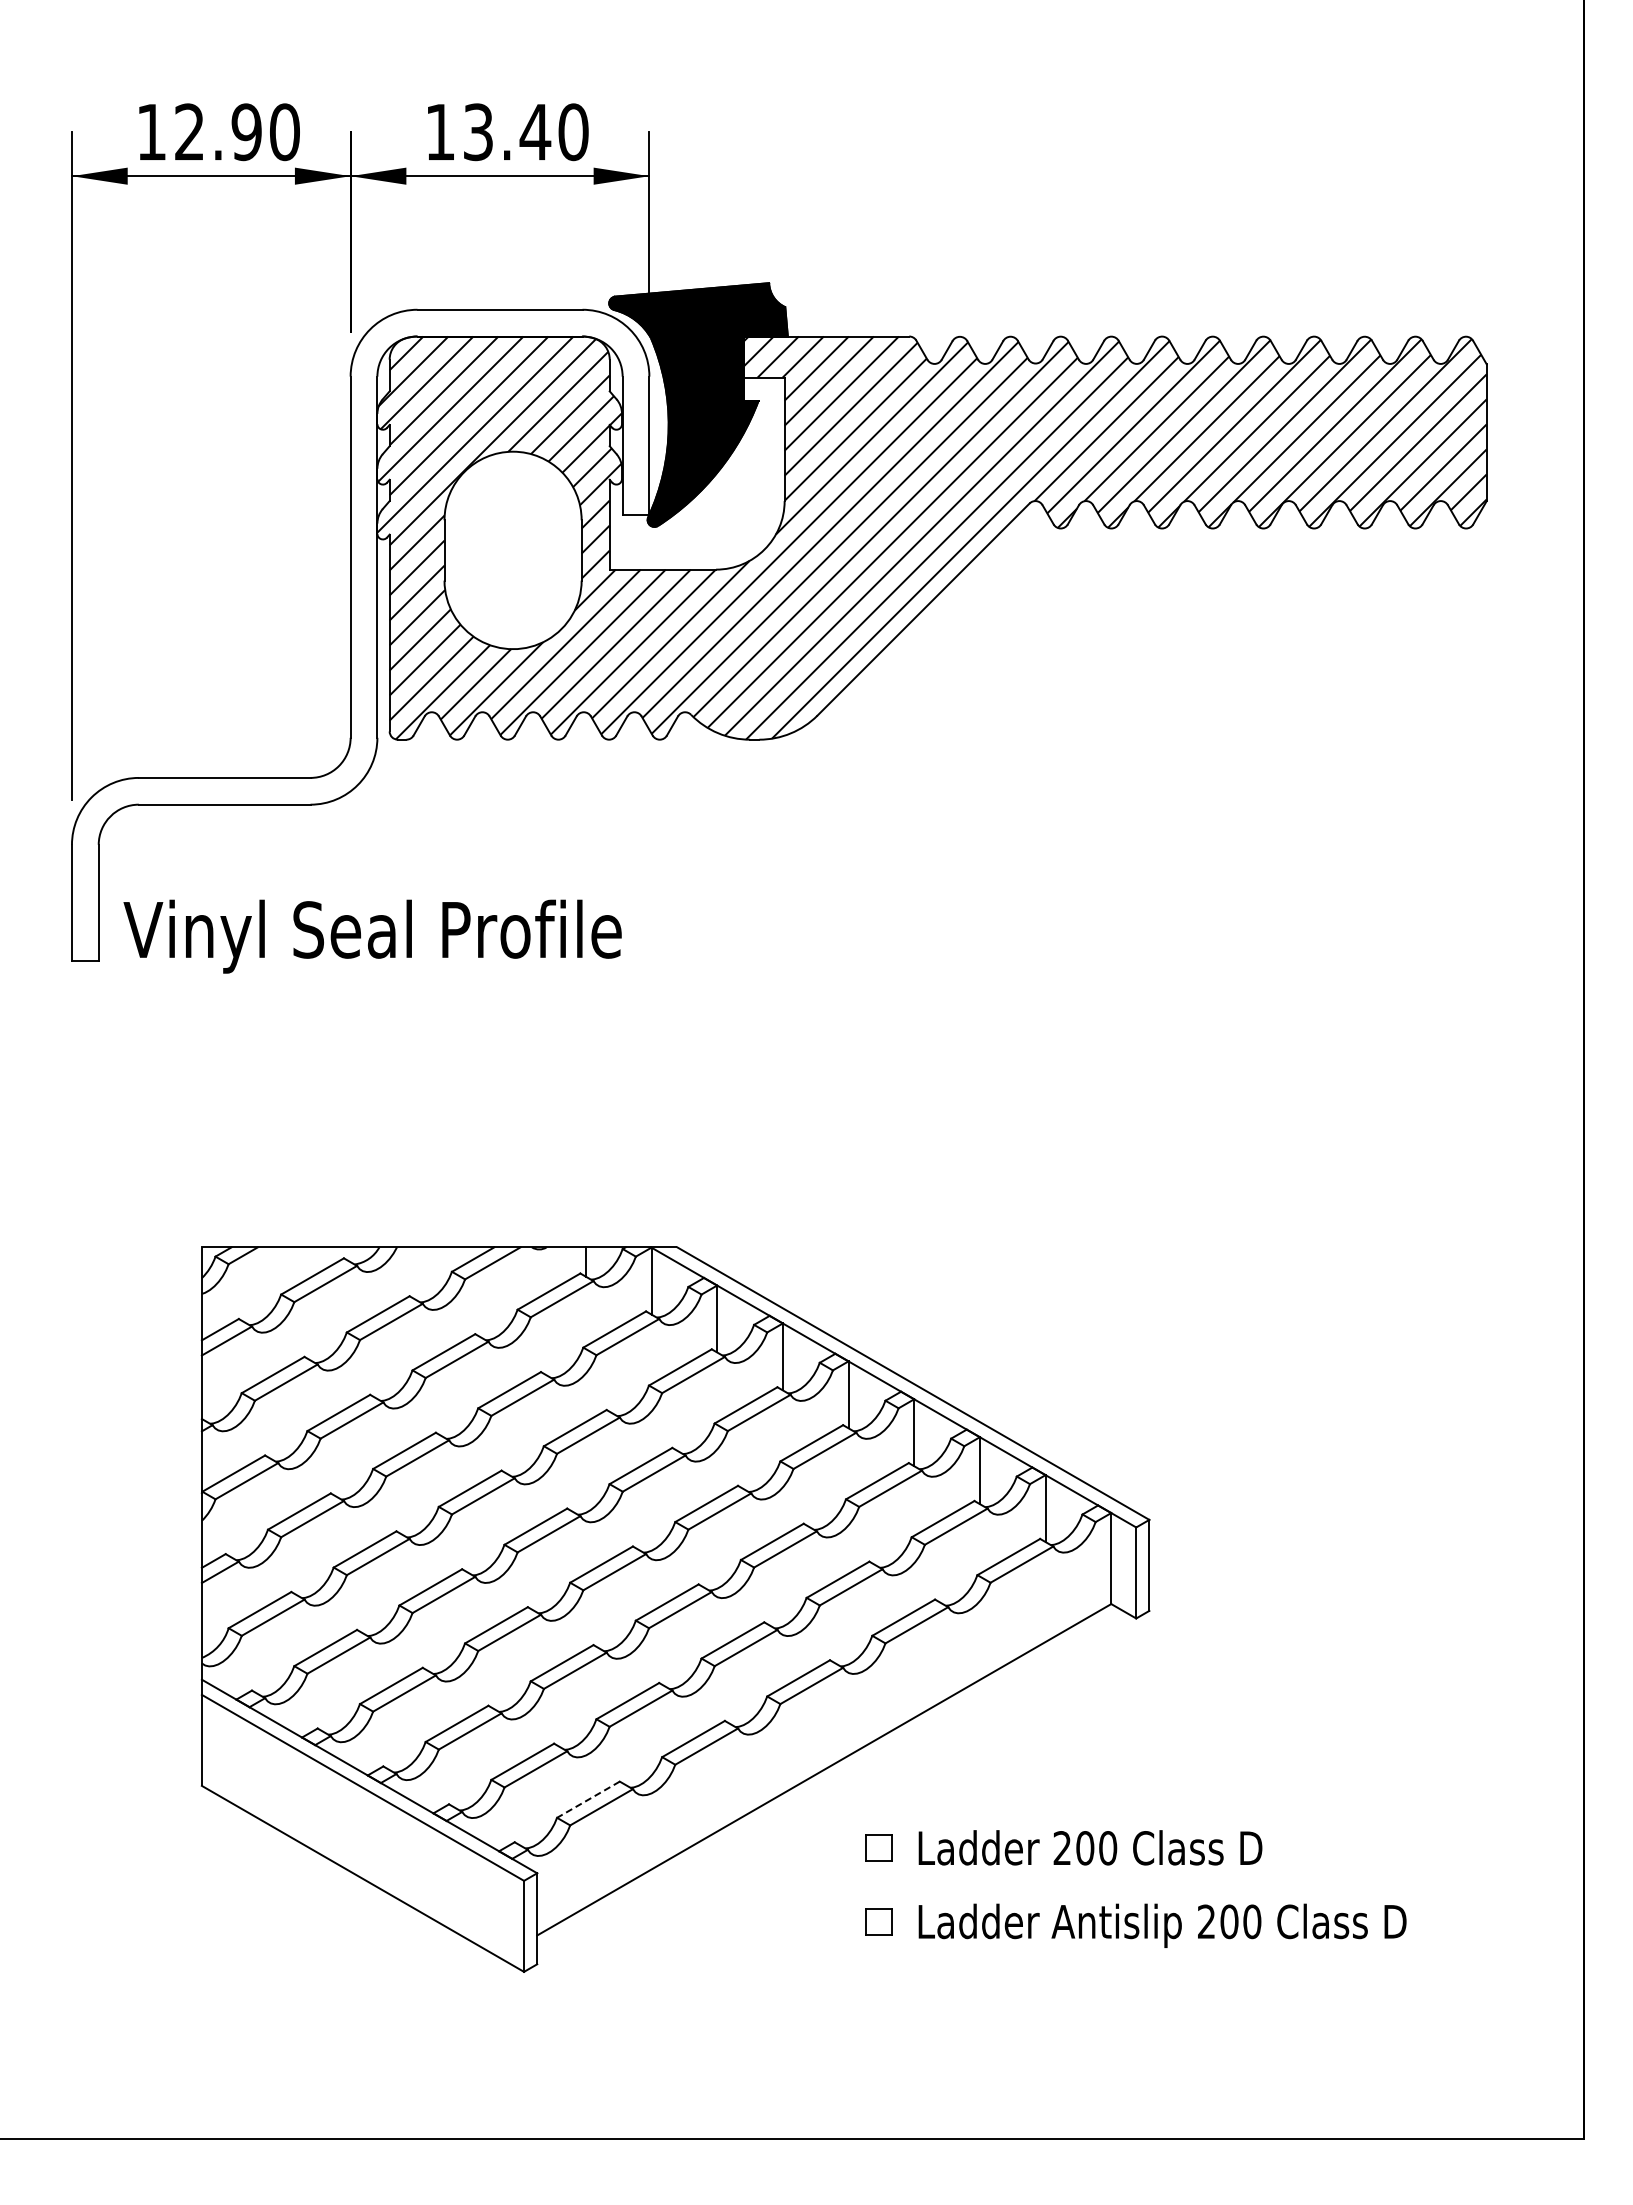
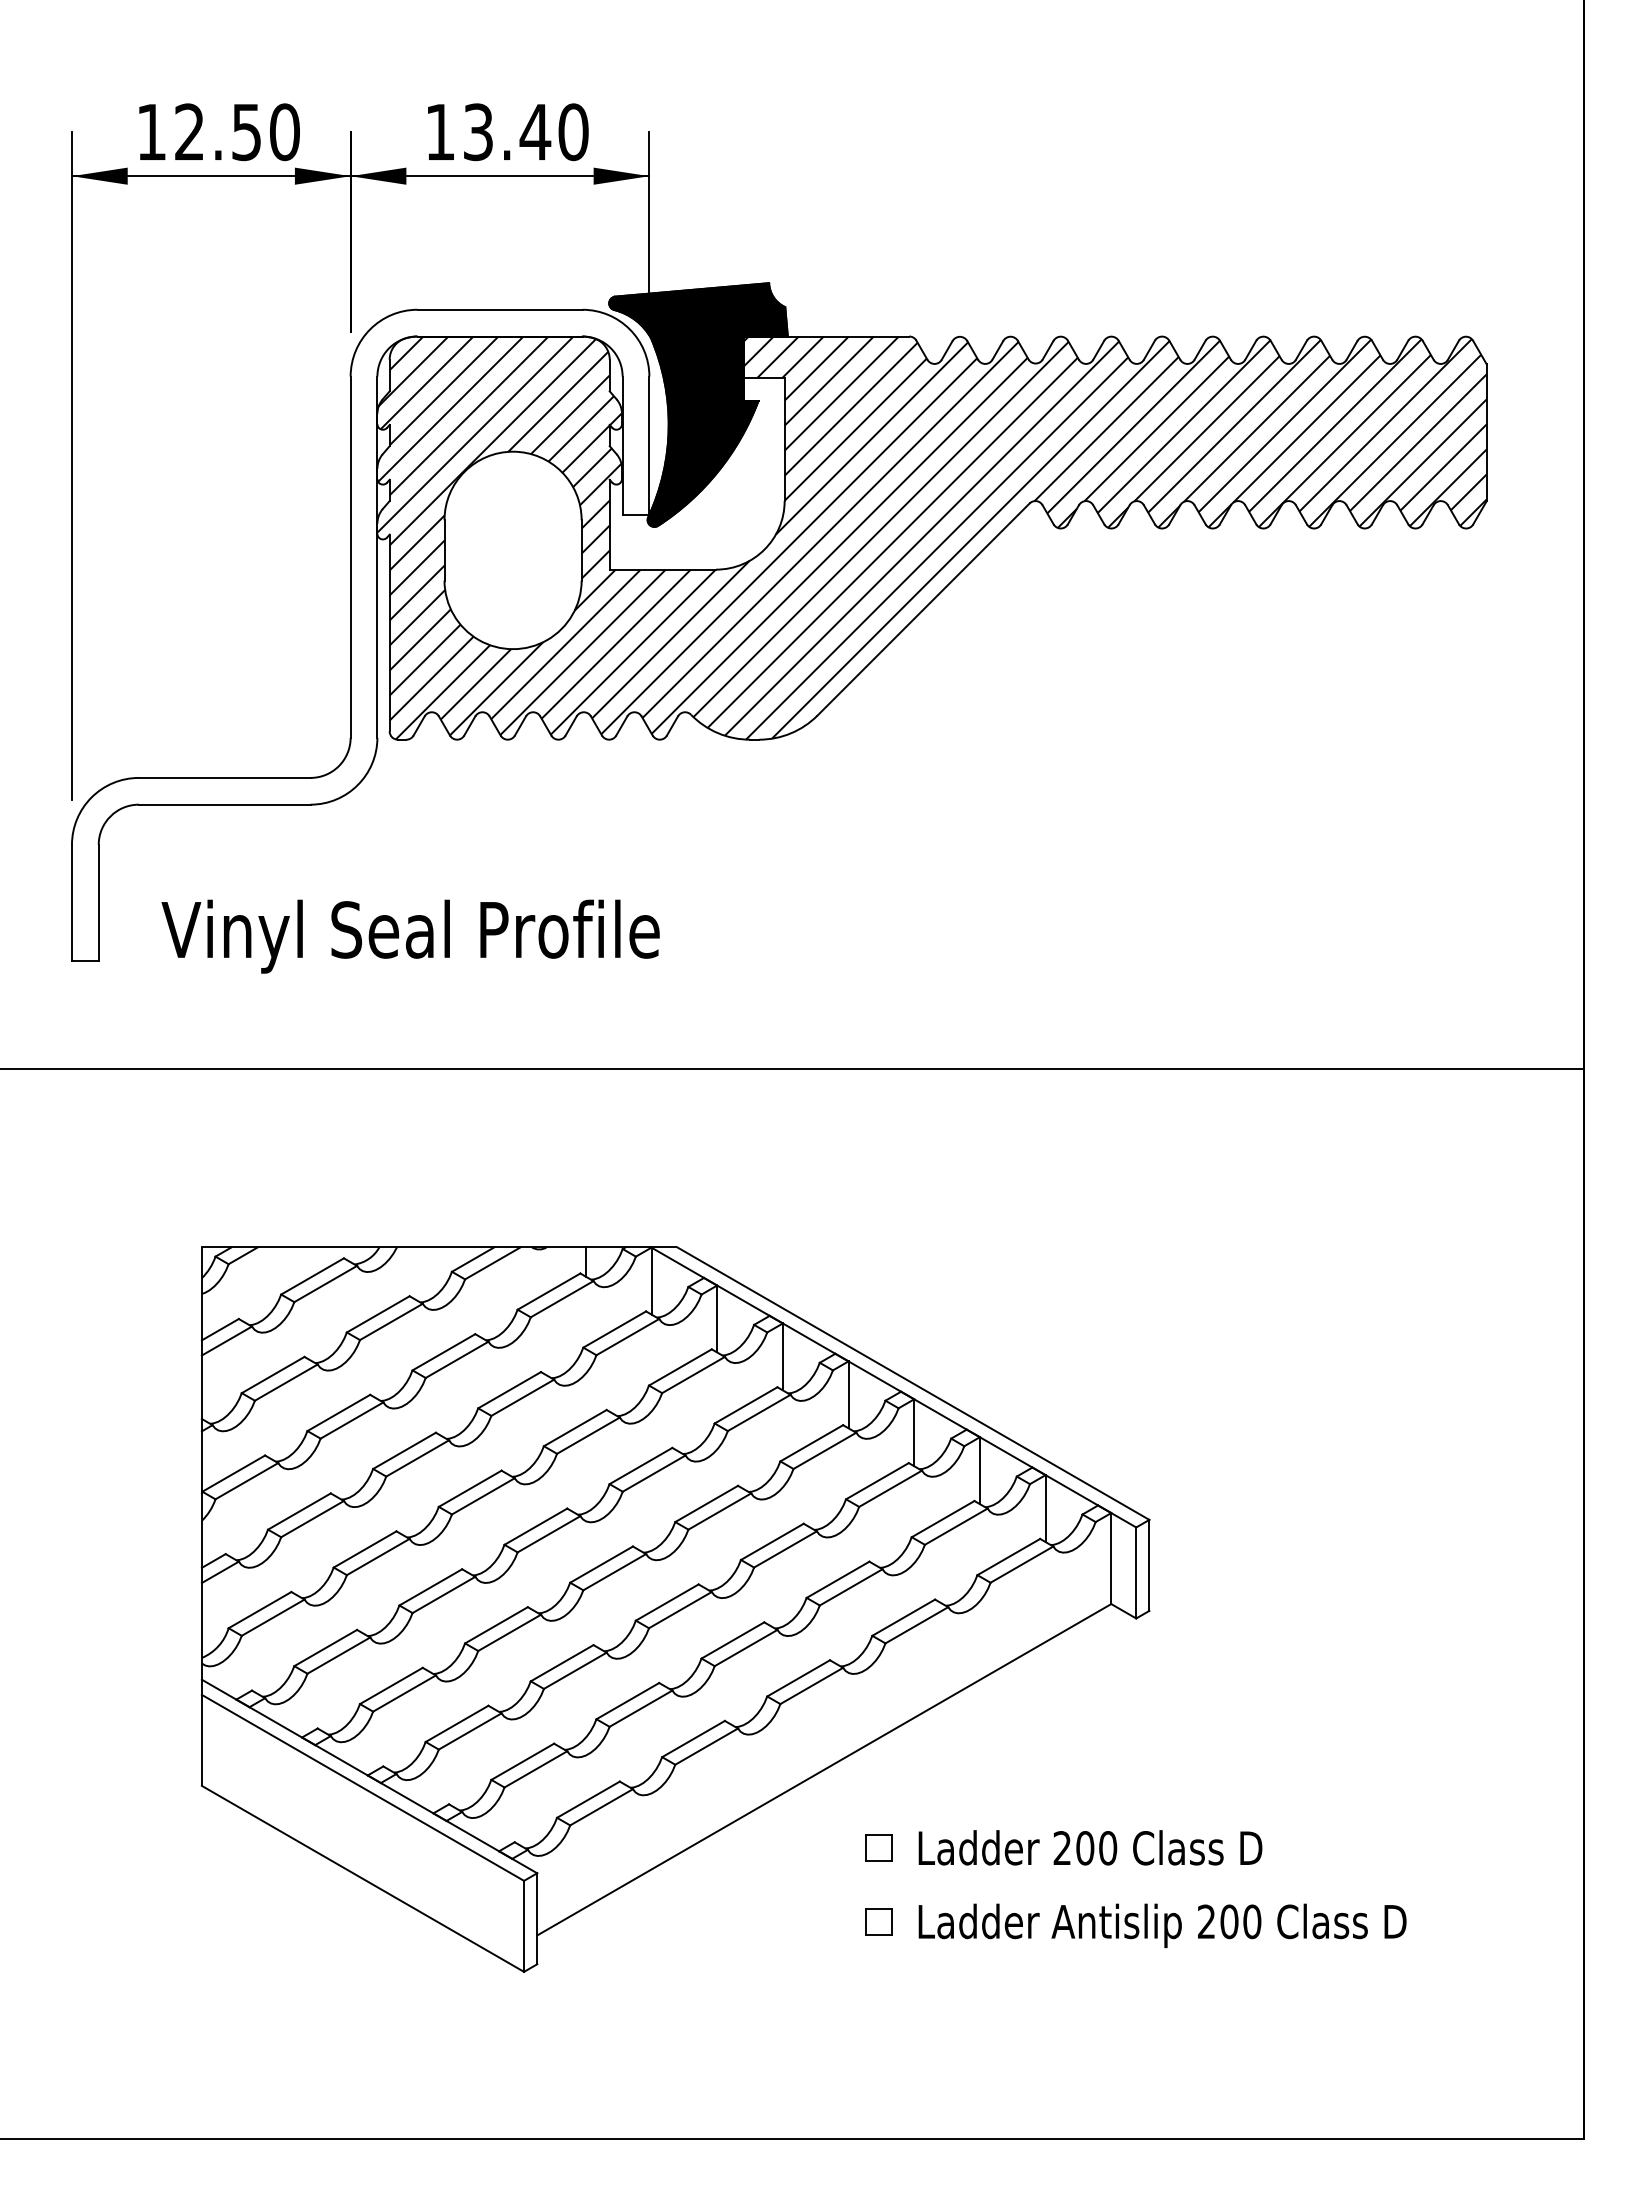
text at (246, 131): 12.90 -> 12.50
text at (372, 936) position: (372, 936) -> (410, 936)
line at (792, 1068): none -> present
line at (588, 1799): dashed -> solid
